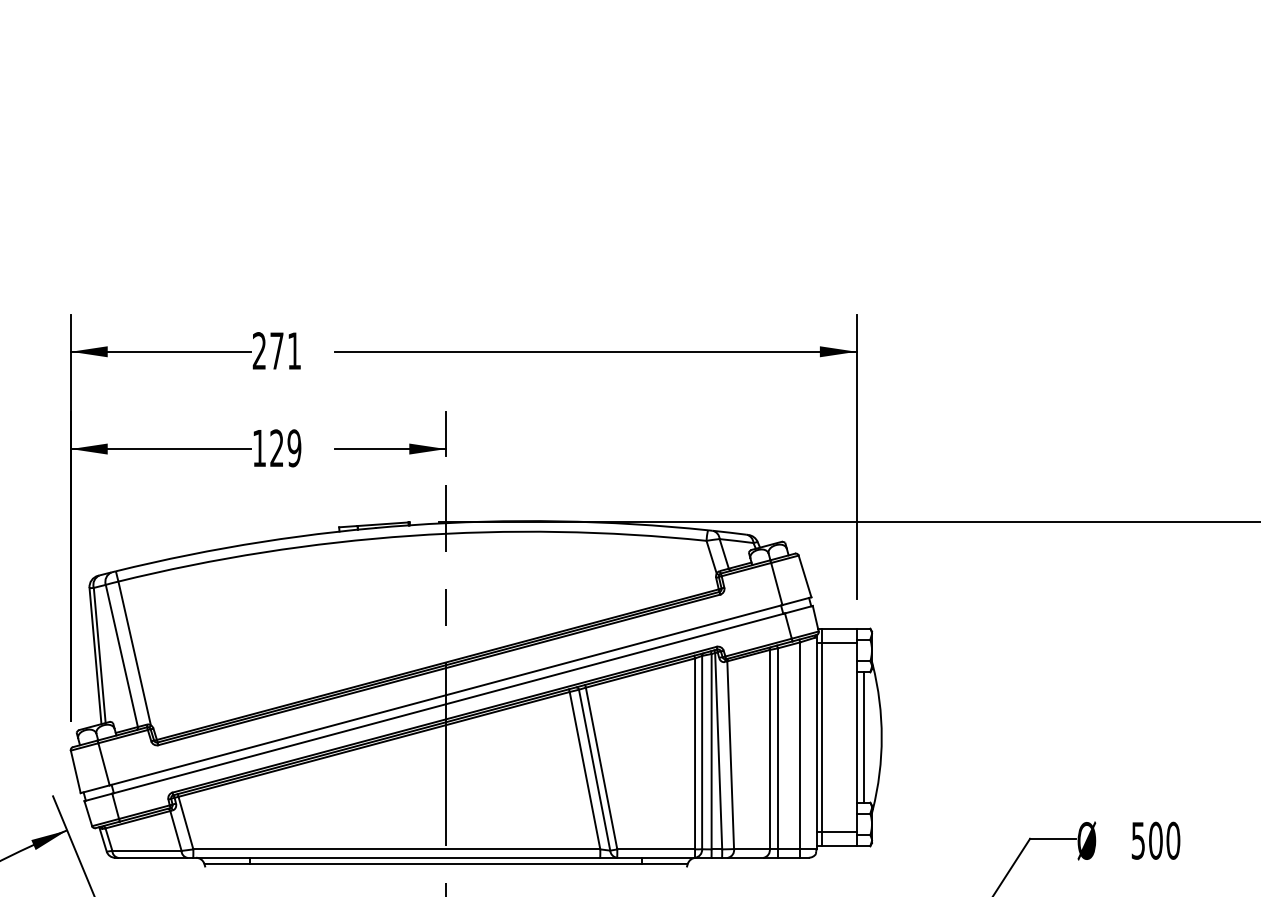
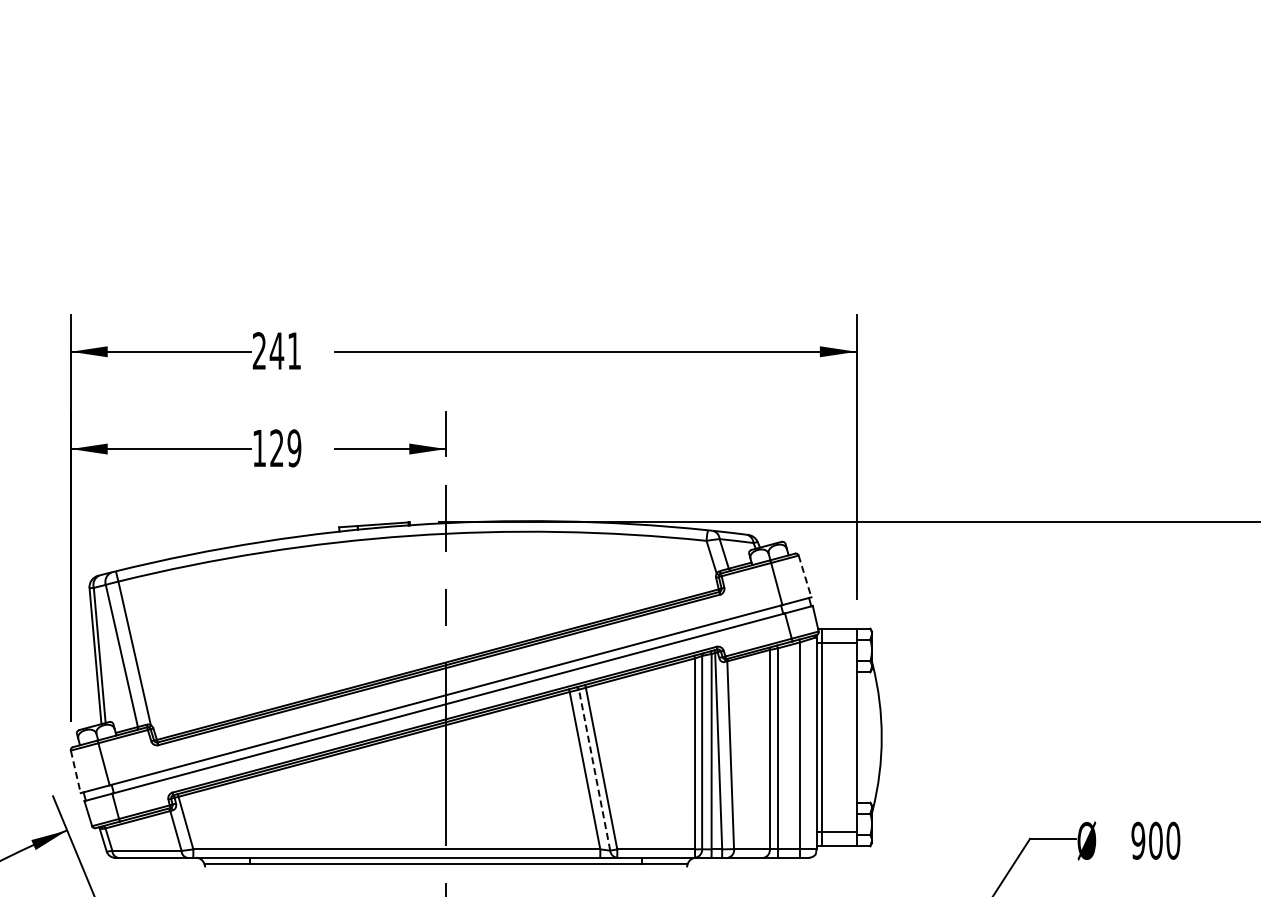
text at (276, 350): 271 -> 241
line at (805, 576): solid -> dashed
line at (863, 737): present -> none
line at (594, 770): solid -> dashed
line at (75, 771): solid -> dashed
text at (1138, 840): 500 -> 900
